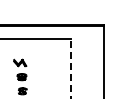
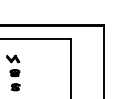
line at (71, 68): dashed -> solid
part at (20, 76) position: (20, 76) -> (13, 72)
